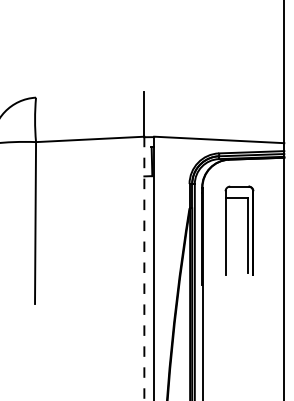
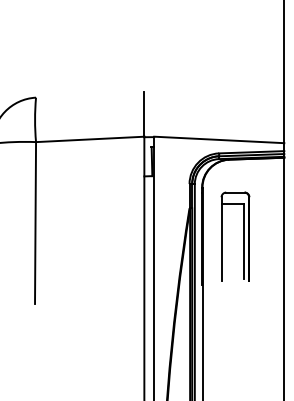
part at (247, 230) position: (247, 230) -> (243, 236)
line at (144, 268): dashed -> solid
